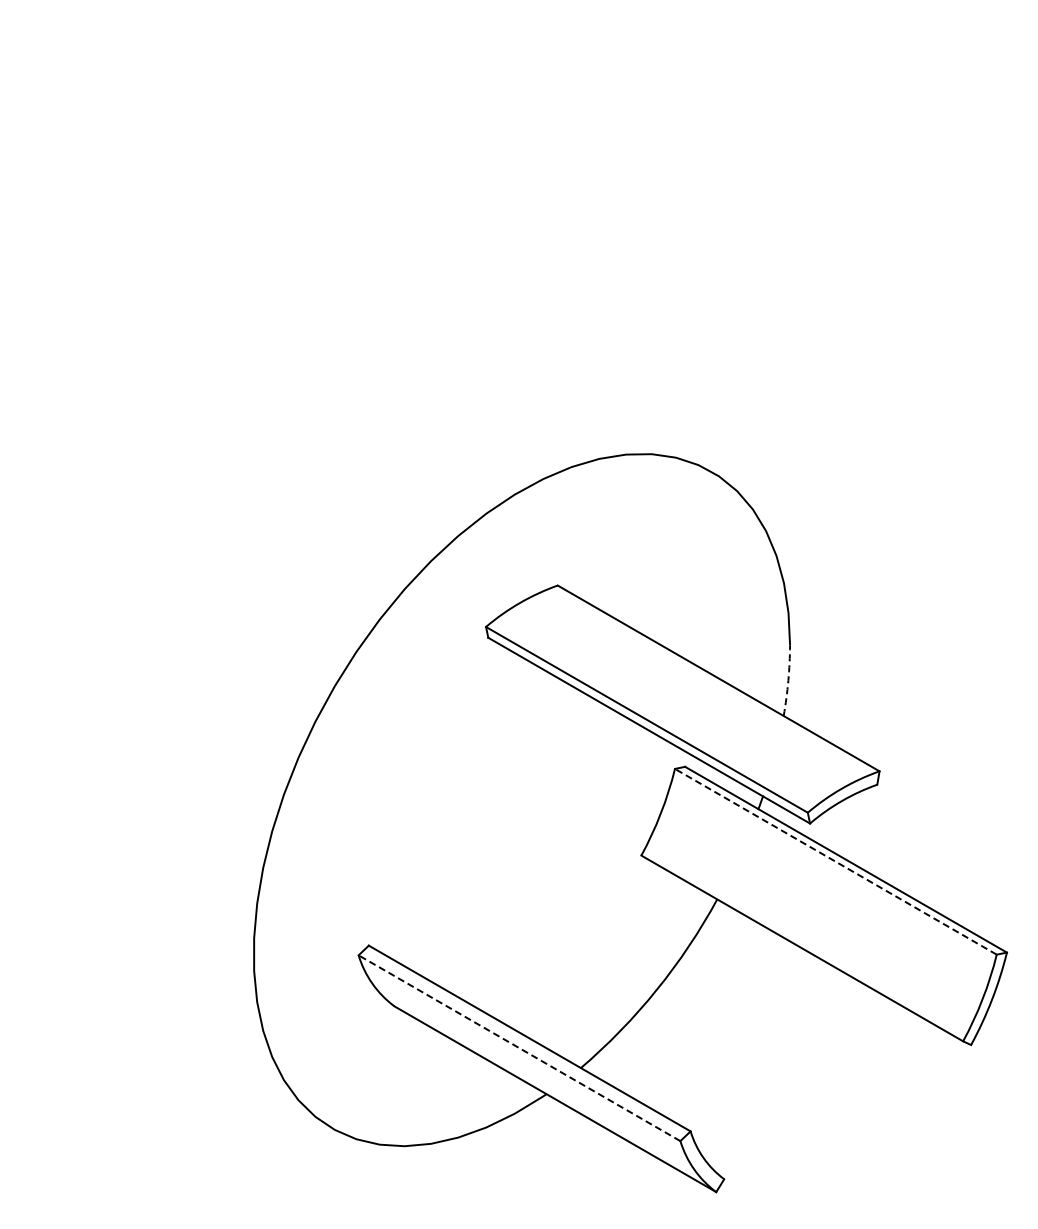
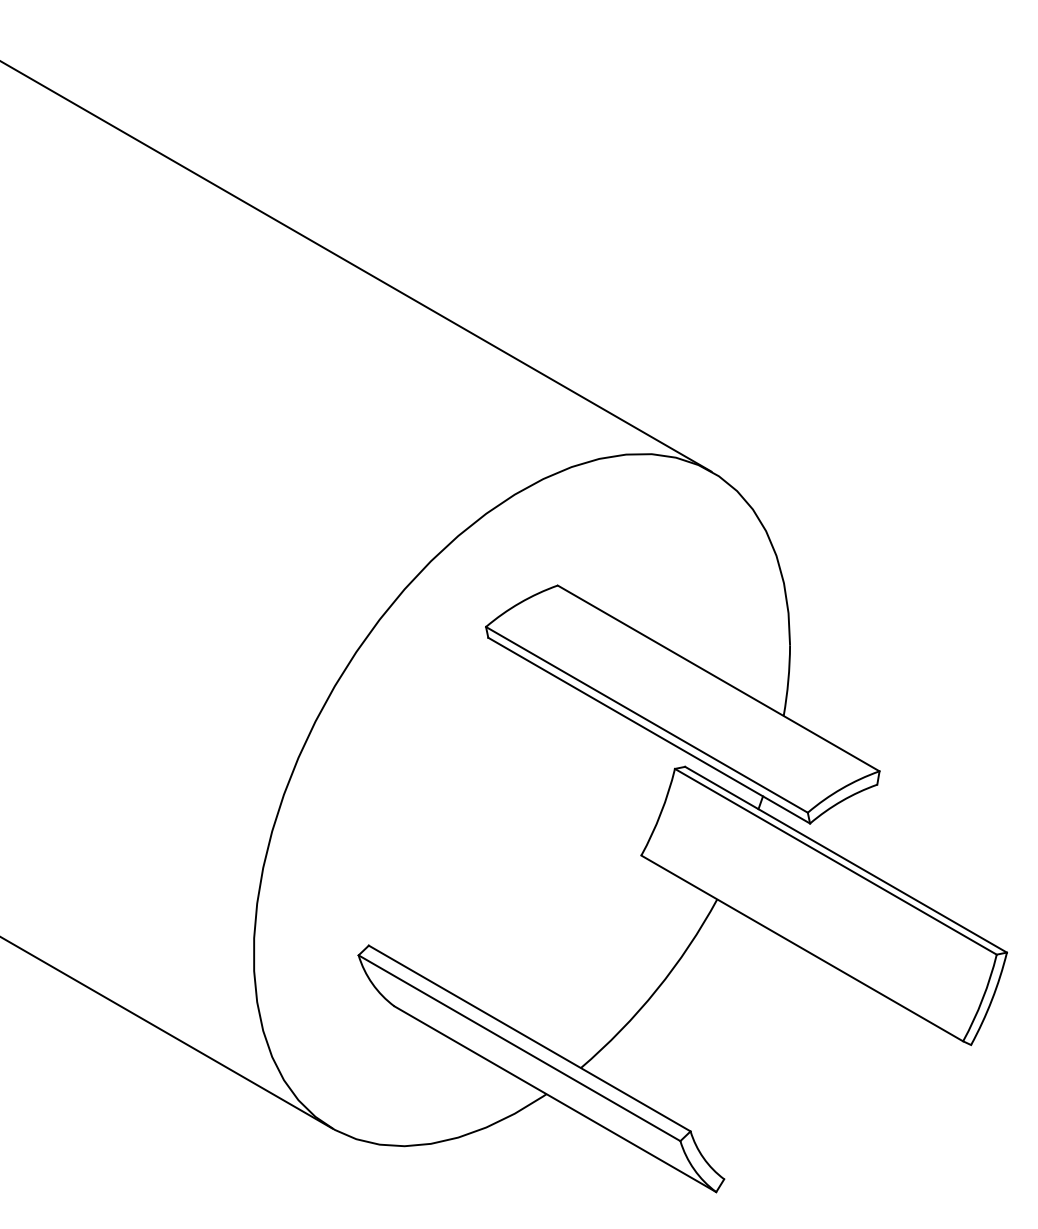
line at (356, 266): none -> present
arc at (788, 680): dashed -> solid
line at (835, 861): dashed -> solid
line at (167, 1032): none -> present
line at (519, 1048): dashed -> solid
